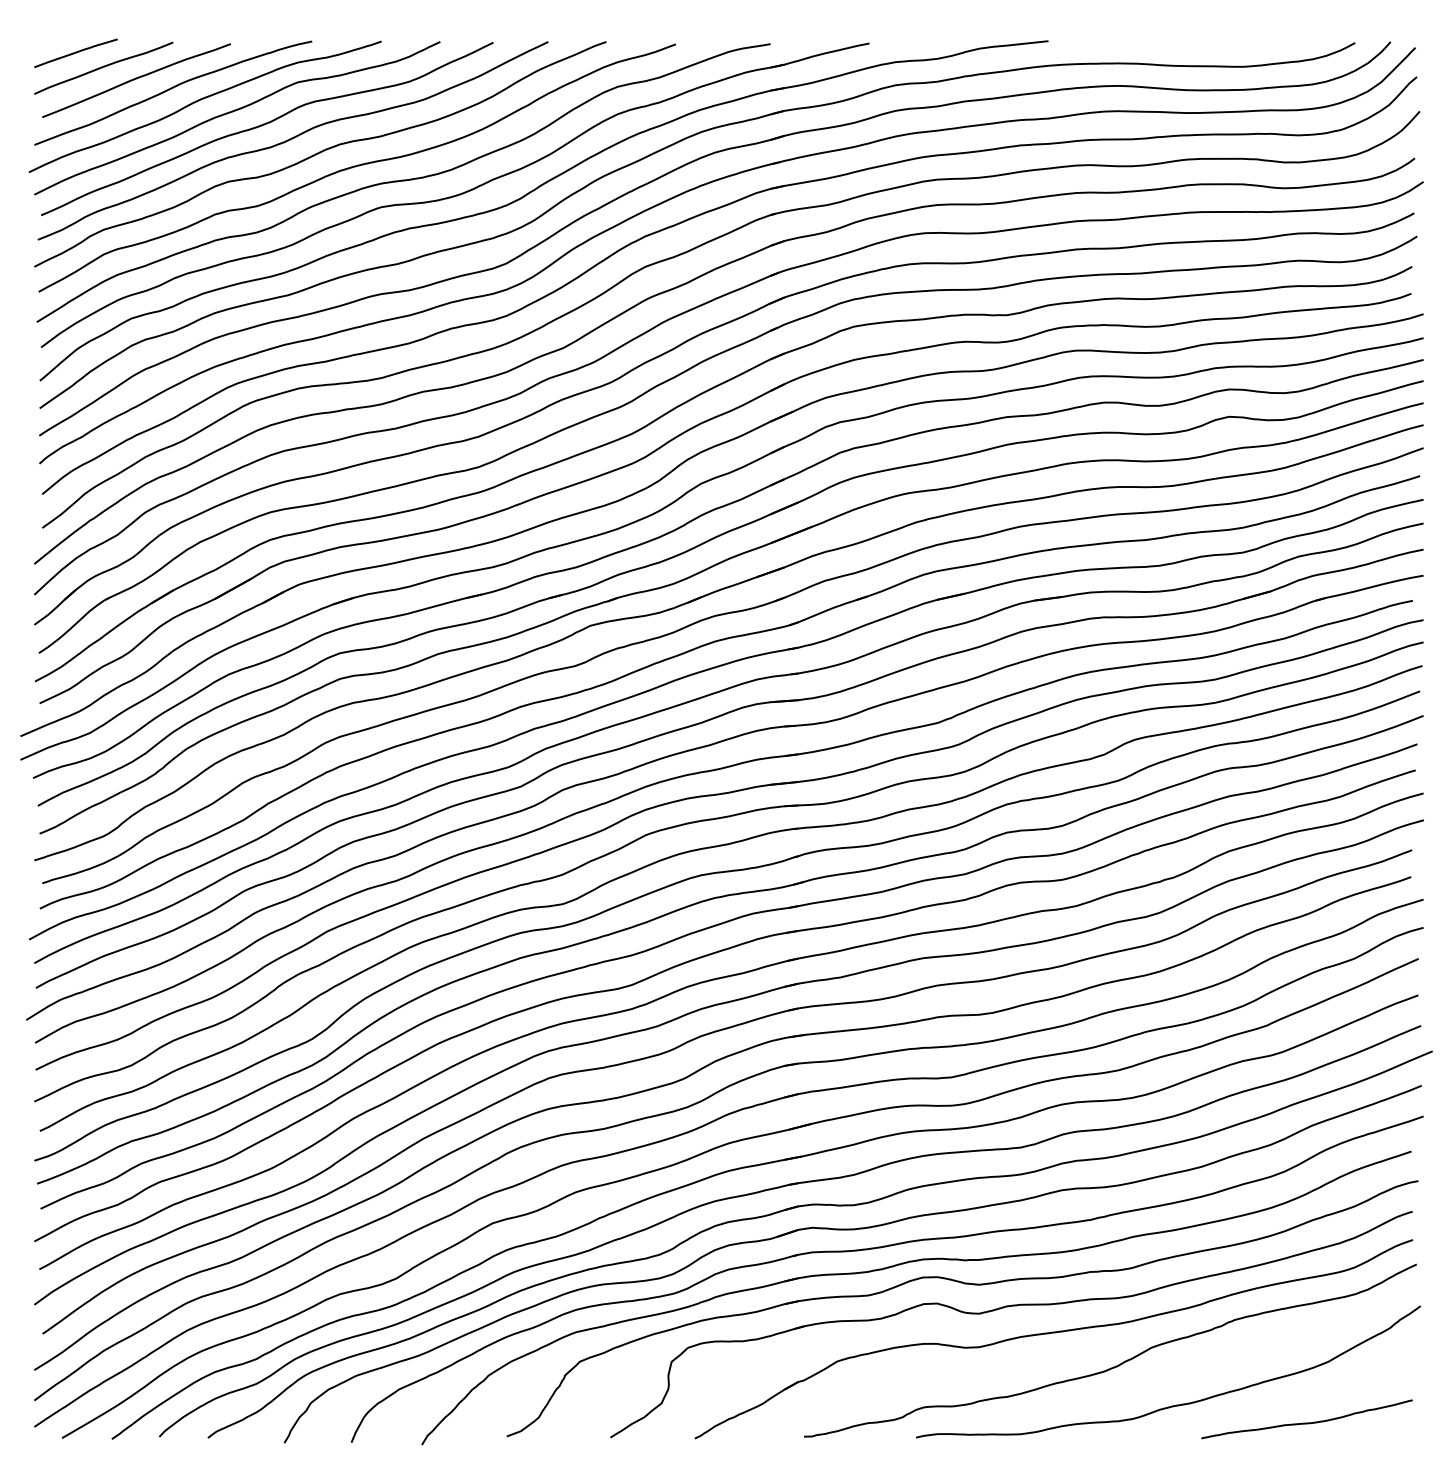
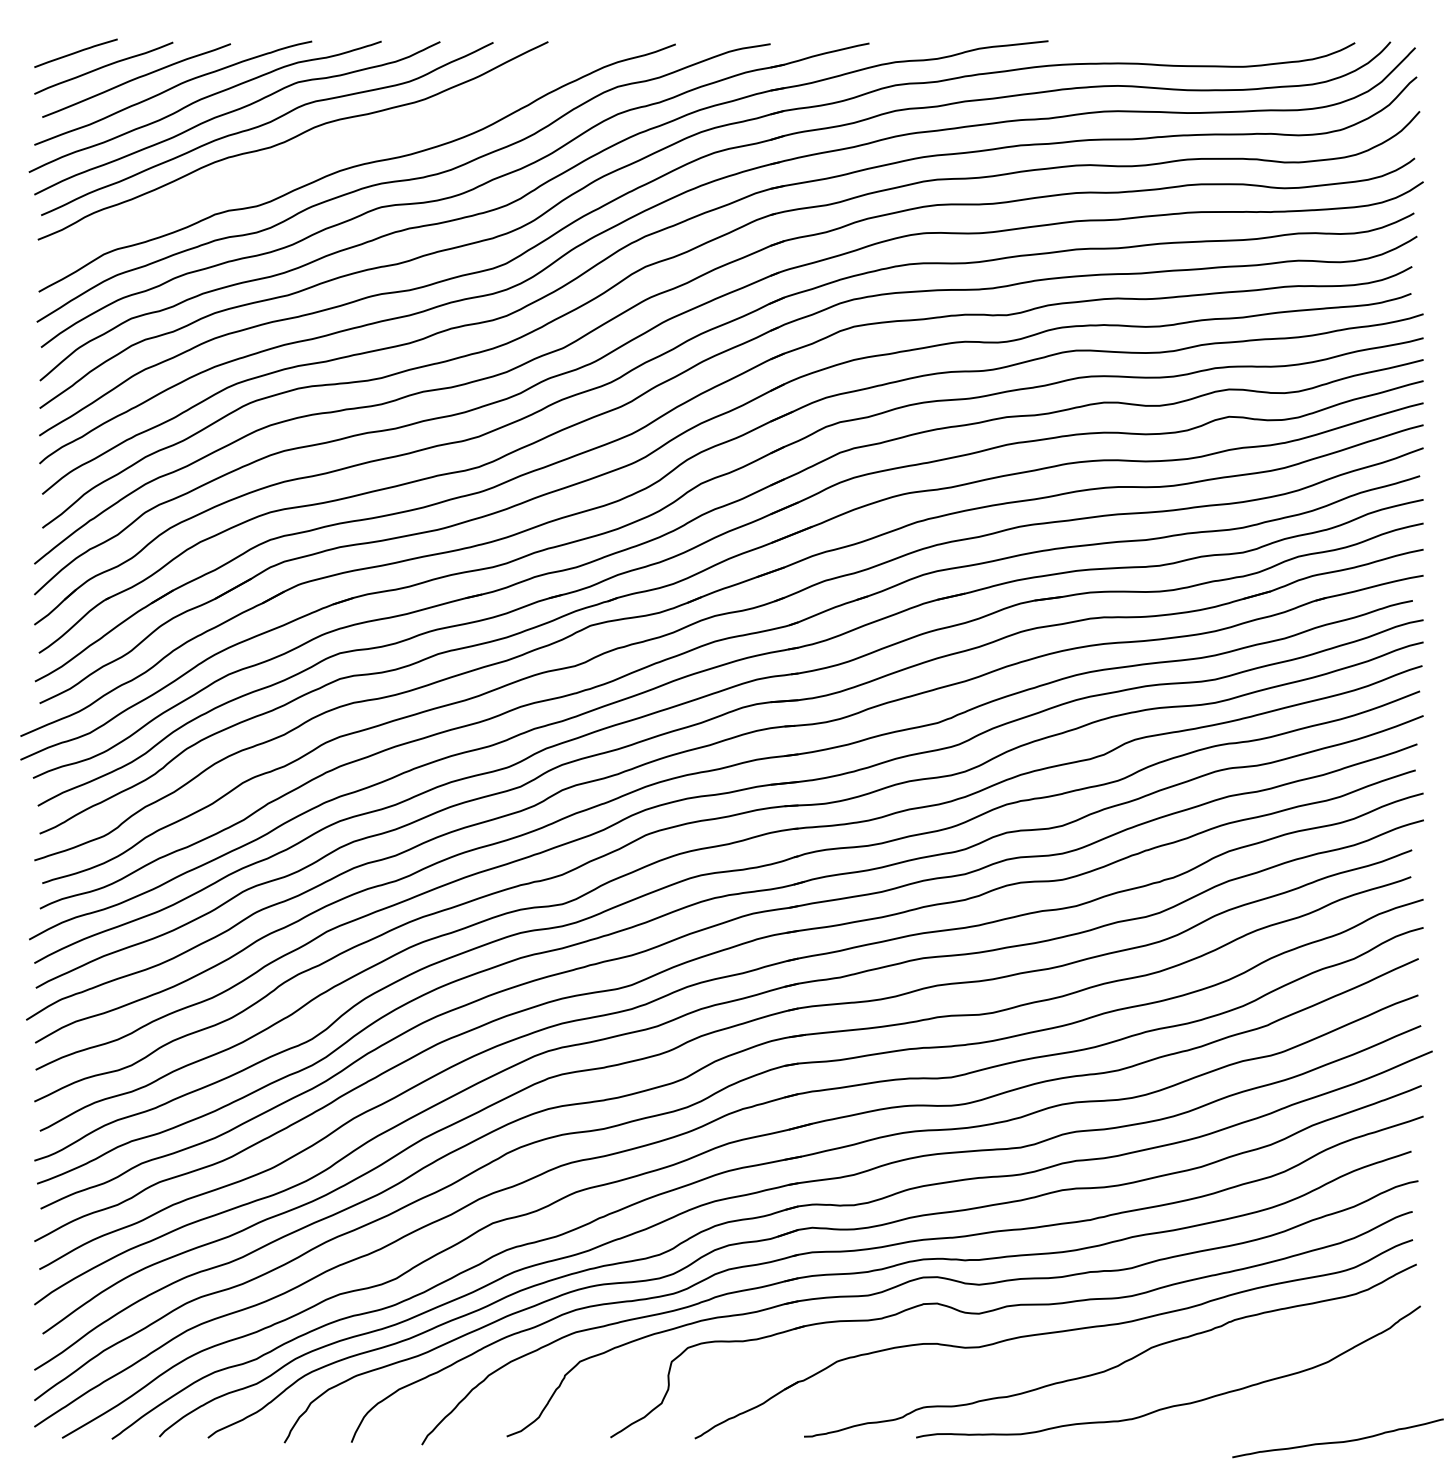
curve at (320, 153): present -> none
curve at (1306, 1422) position: (1306, 1422) -> (1337, 1441)
